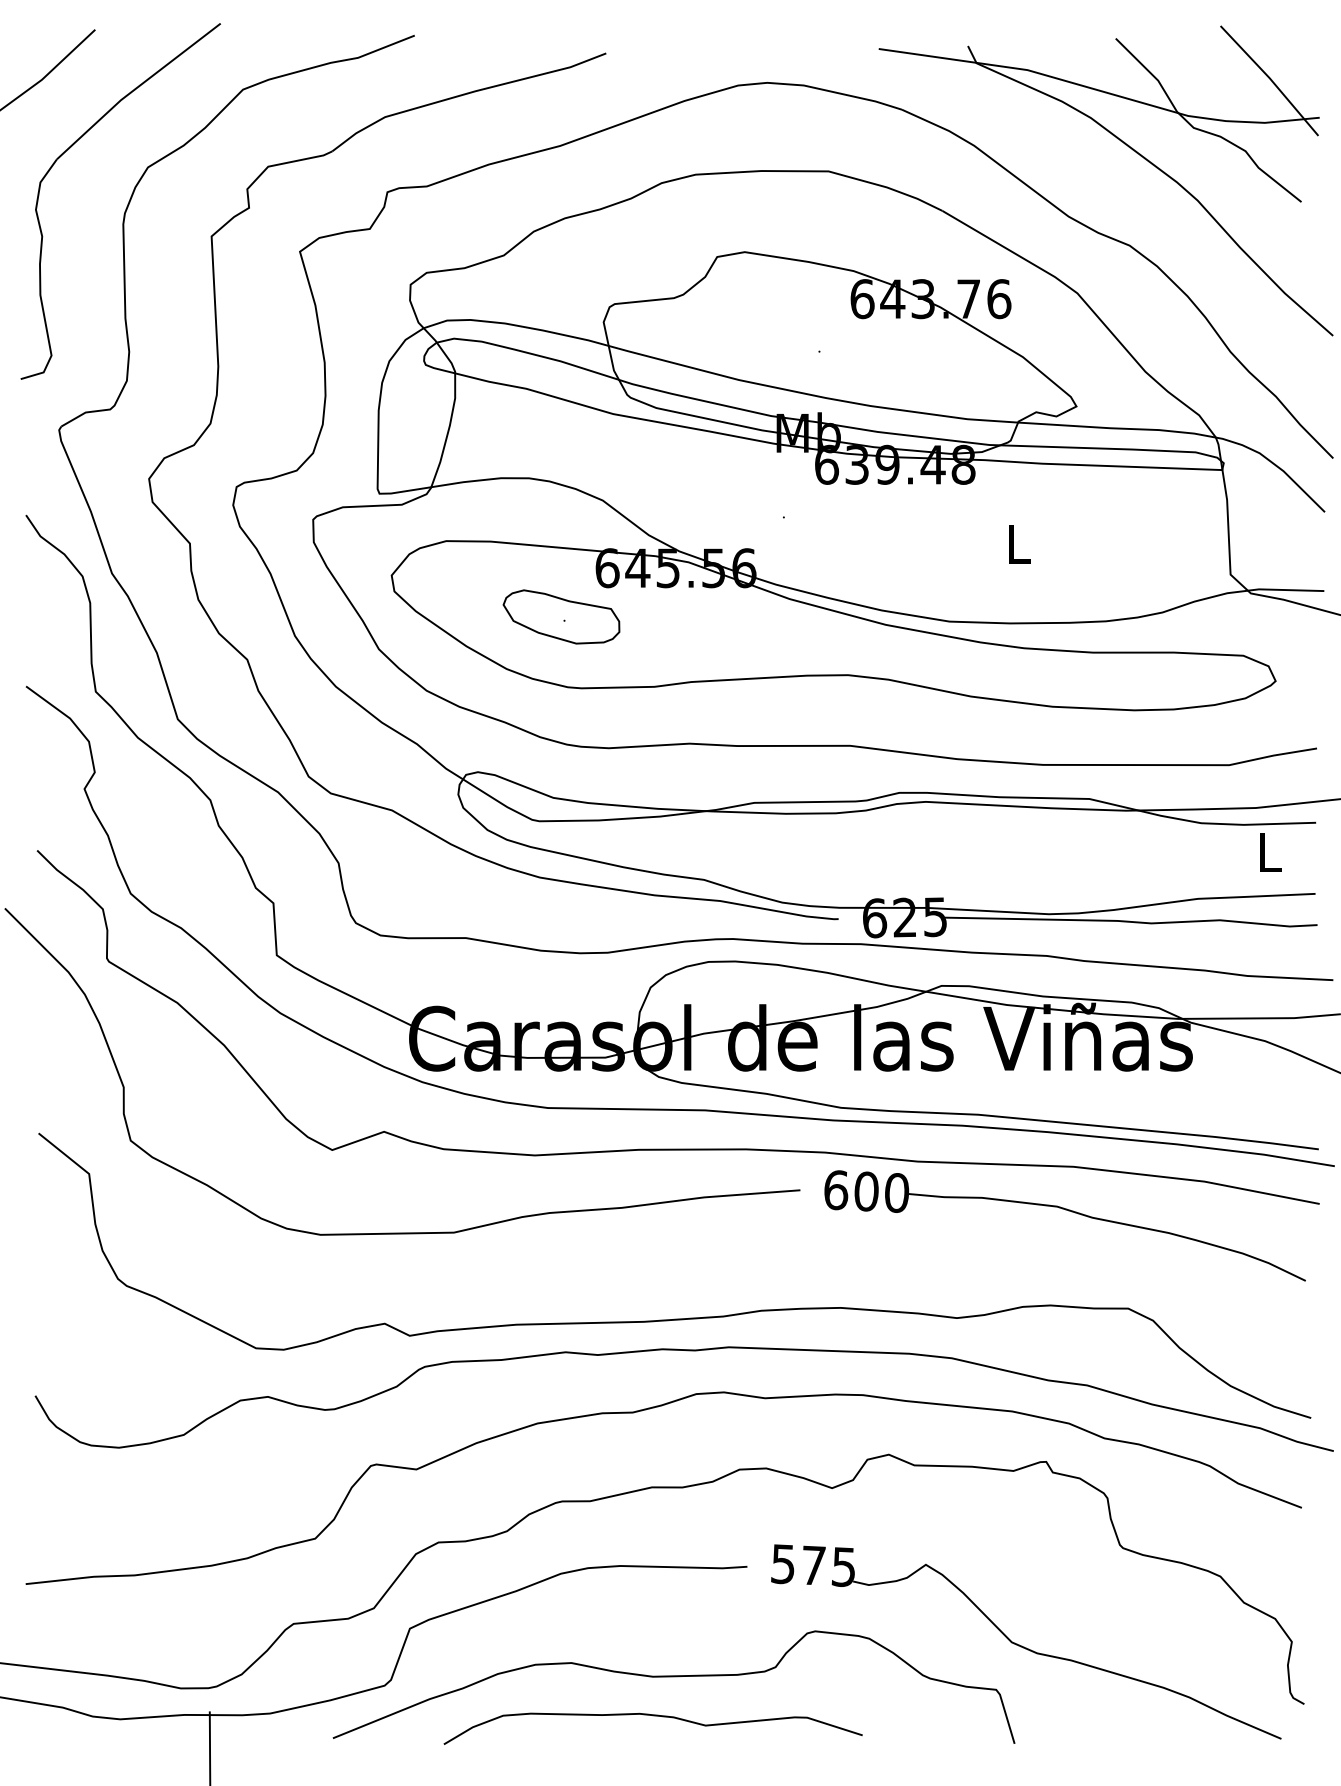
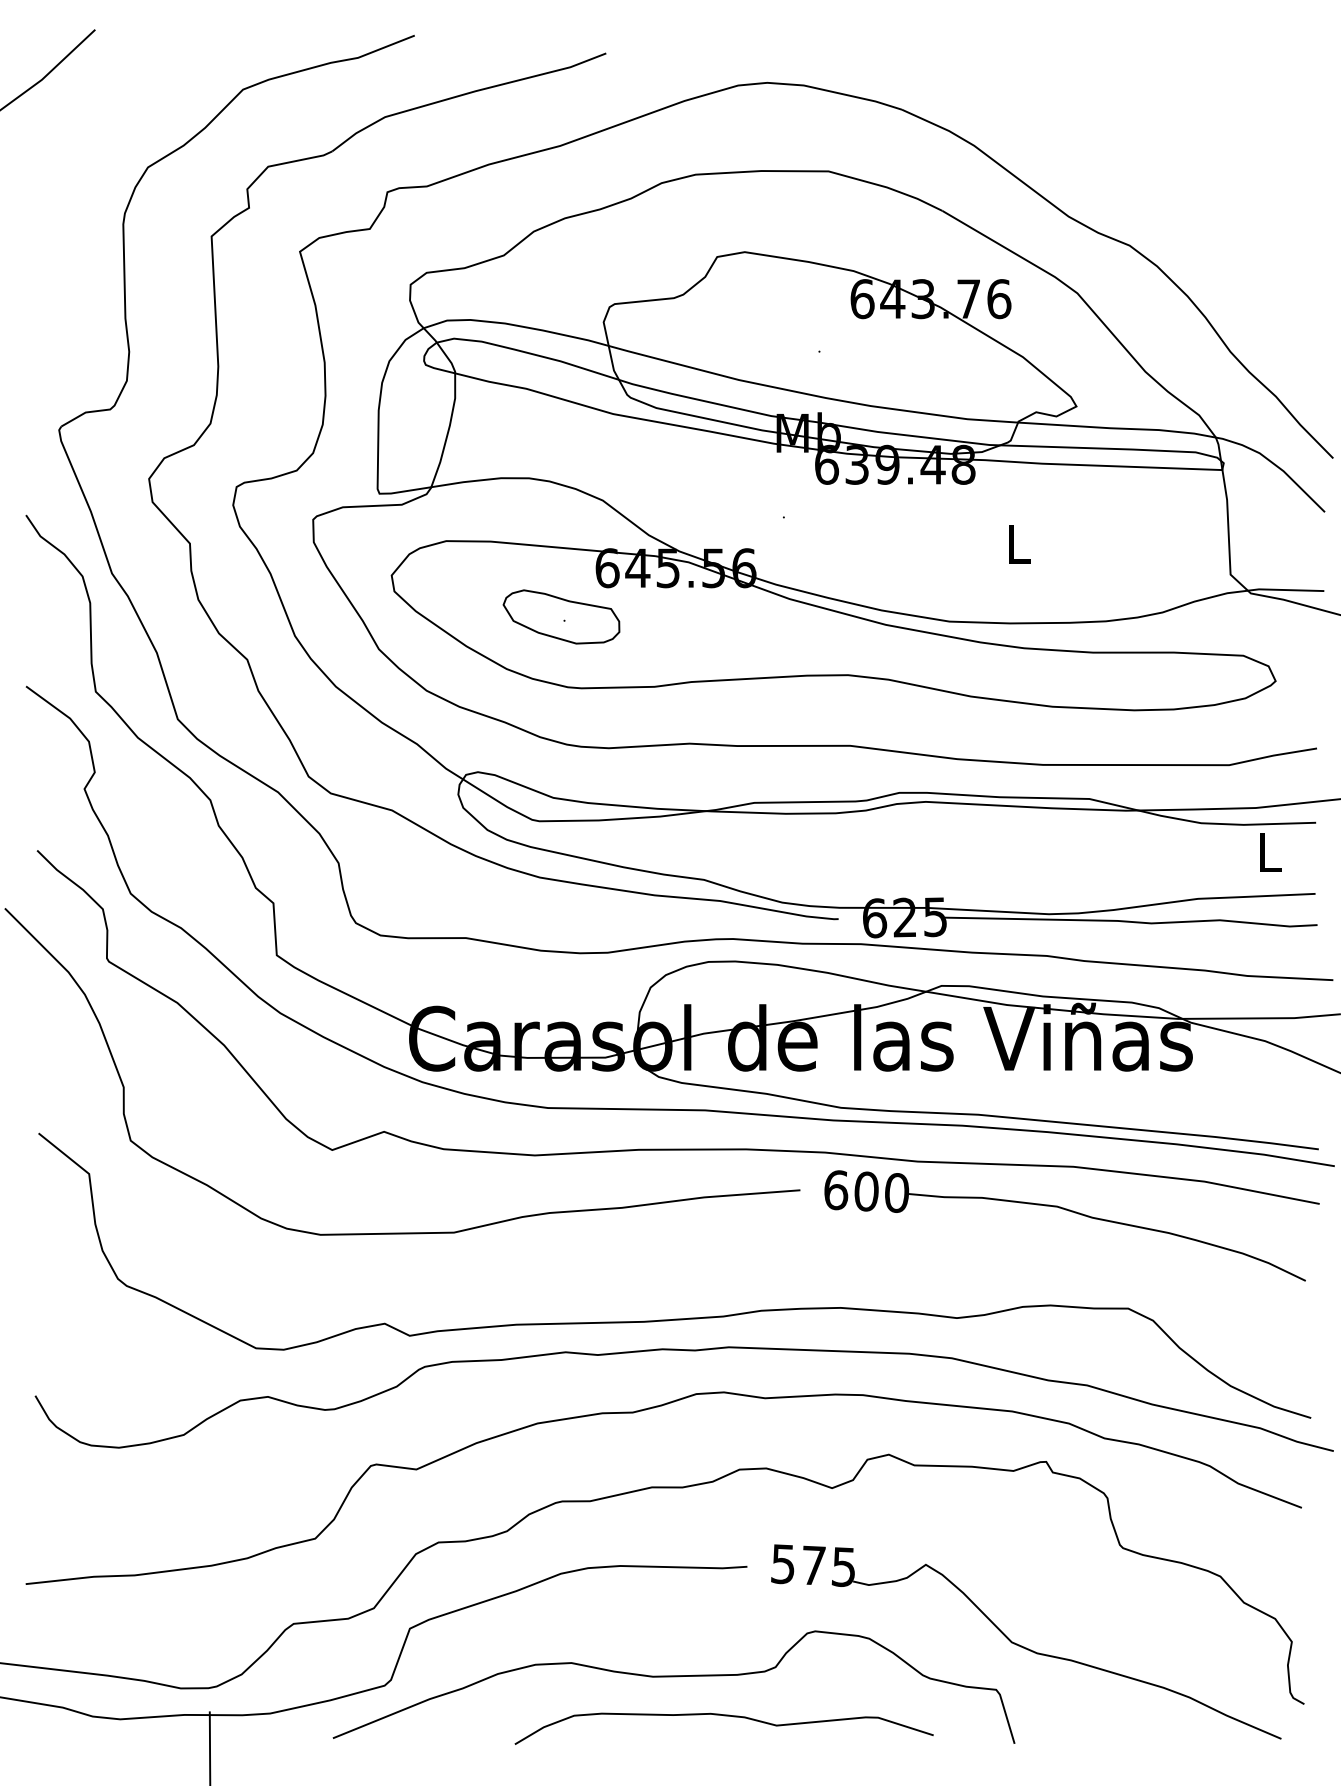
part at (1128, 147): present -> none
part at (69, 149): present -> none
curve at (652, 1716) position: (652, 1716) -> (723, 1716)
